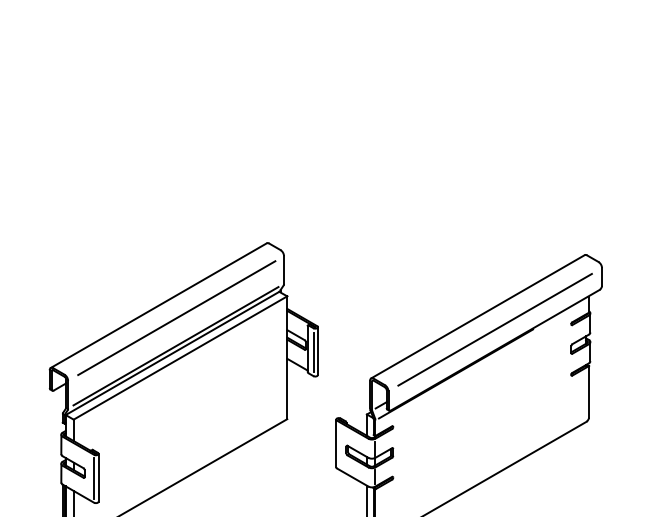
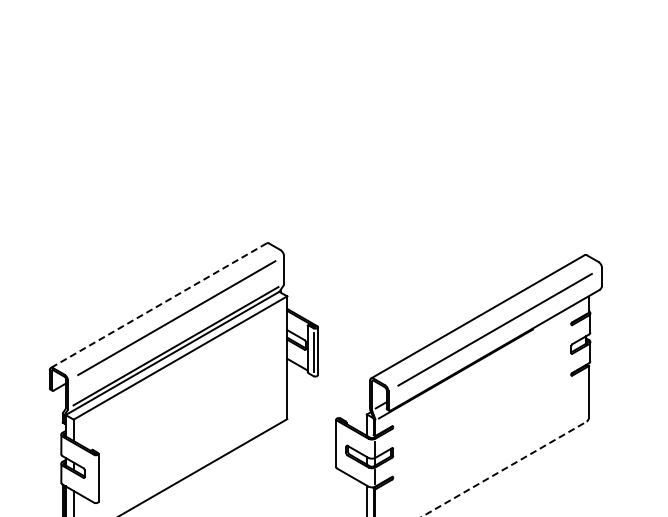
line at (158, 305): solid -> dashed
line at (504, 469): solid -> dashed
line at (94, 478): present -> none
